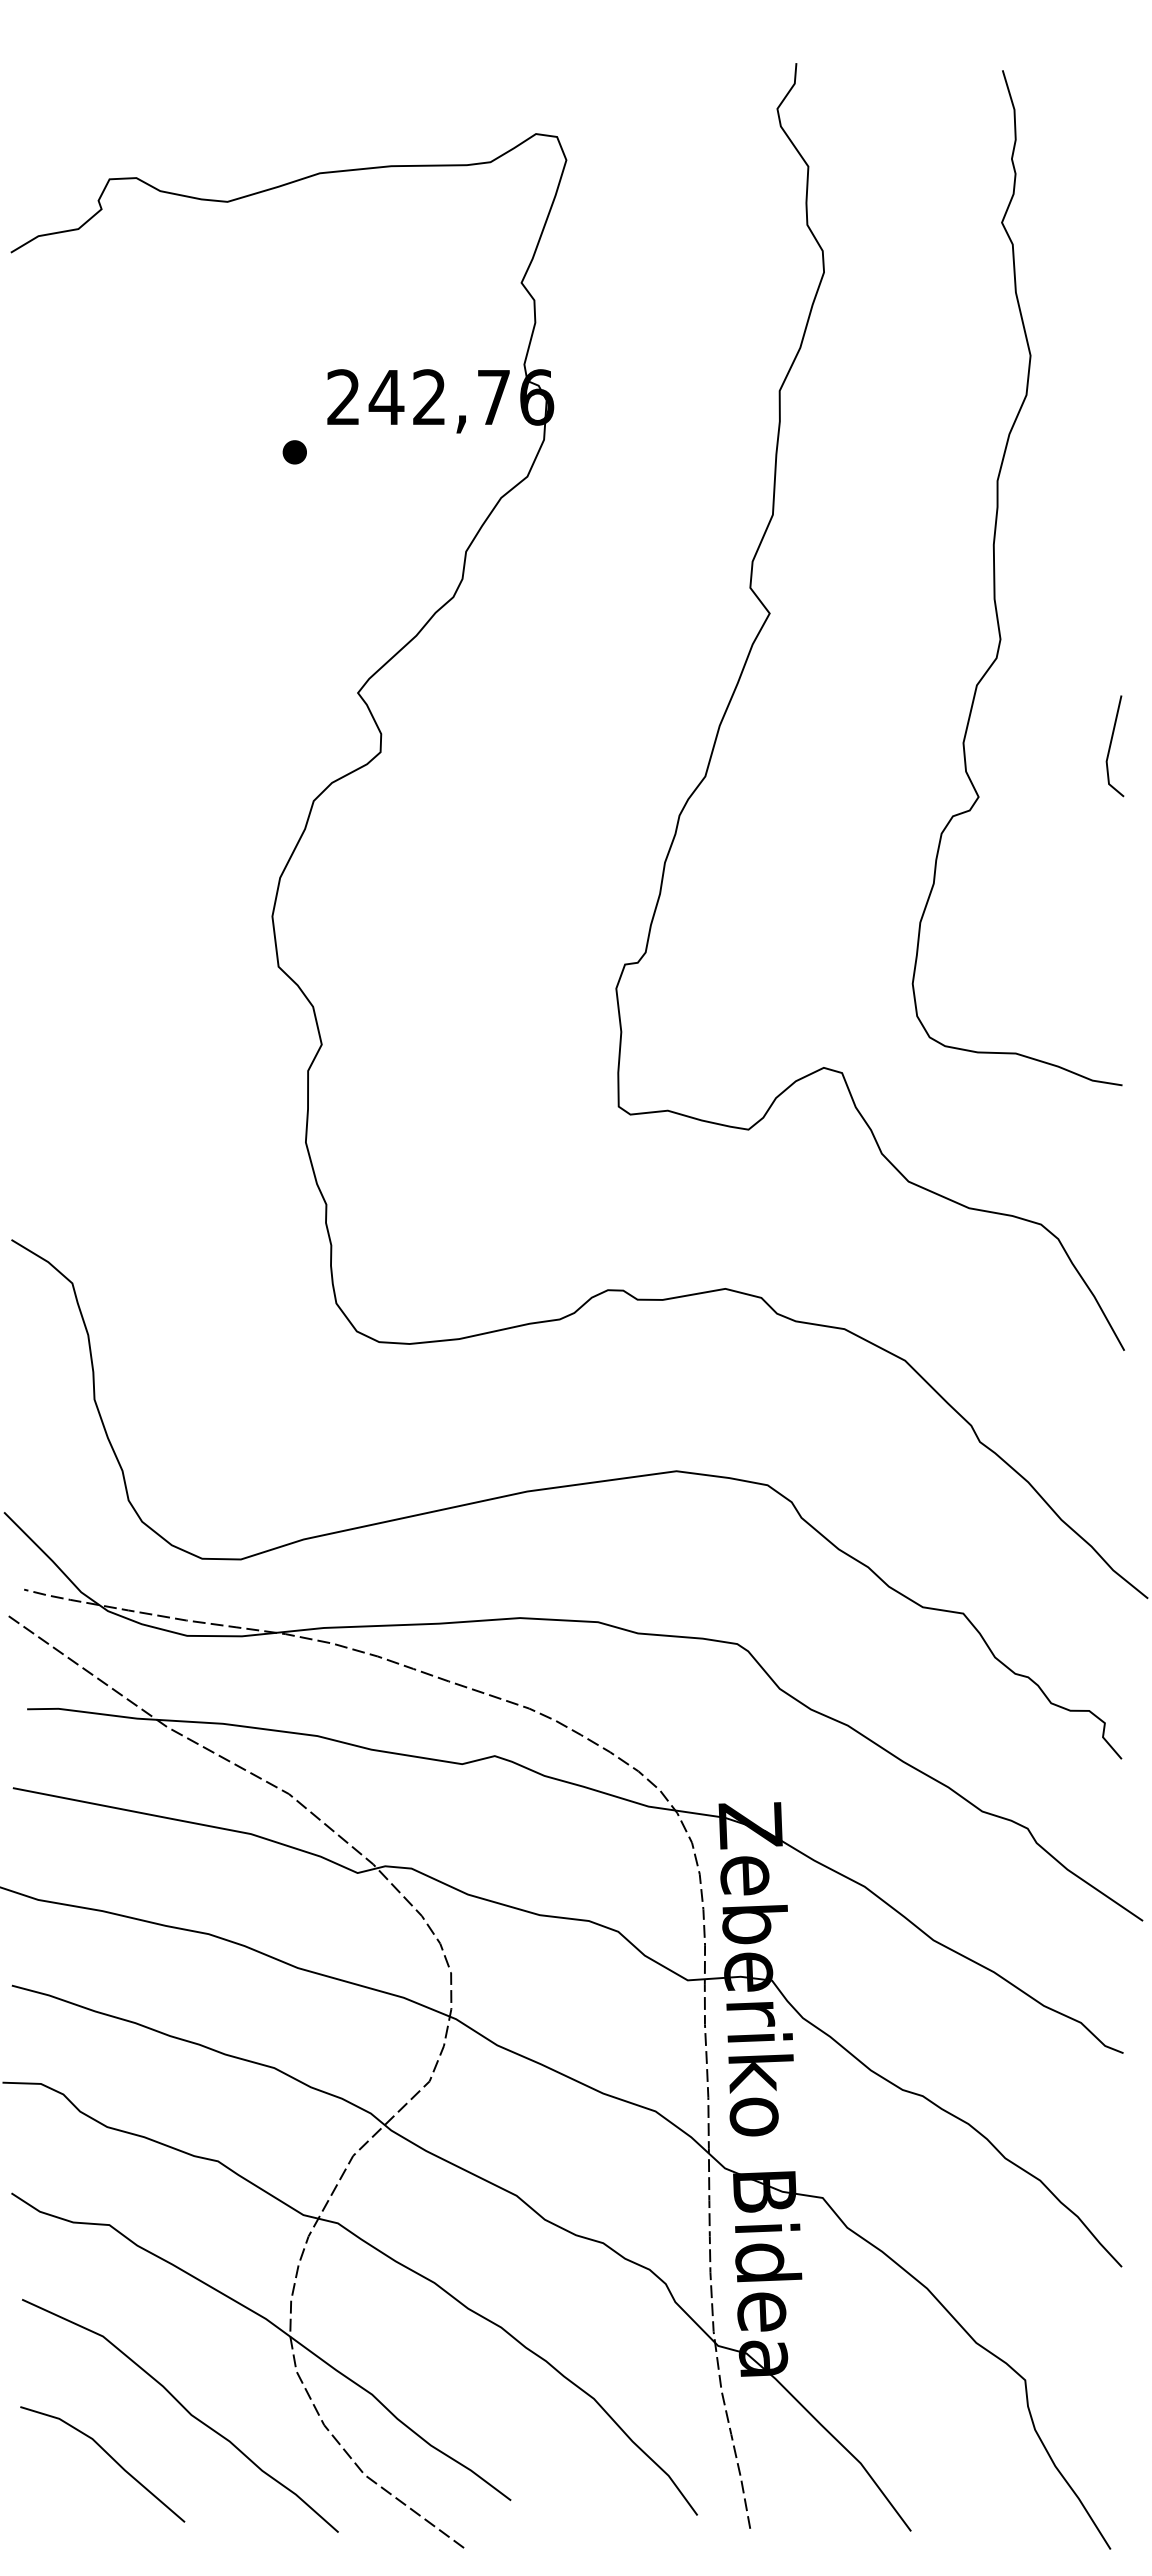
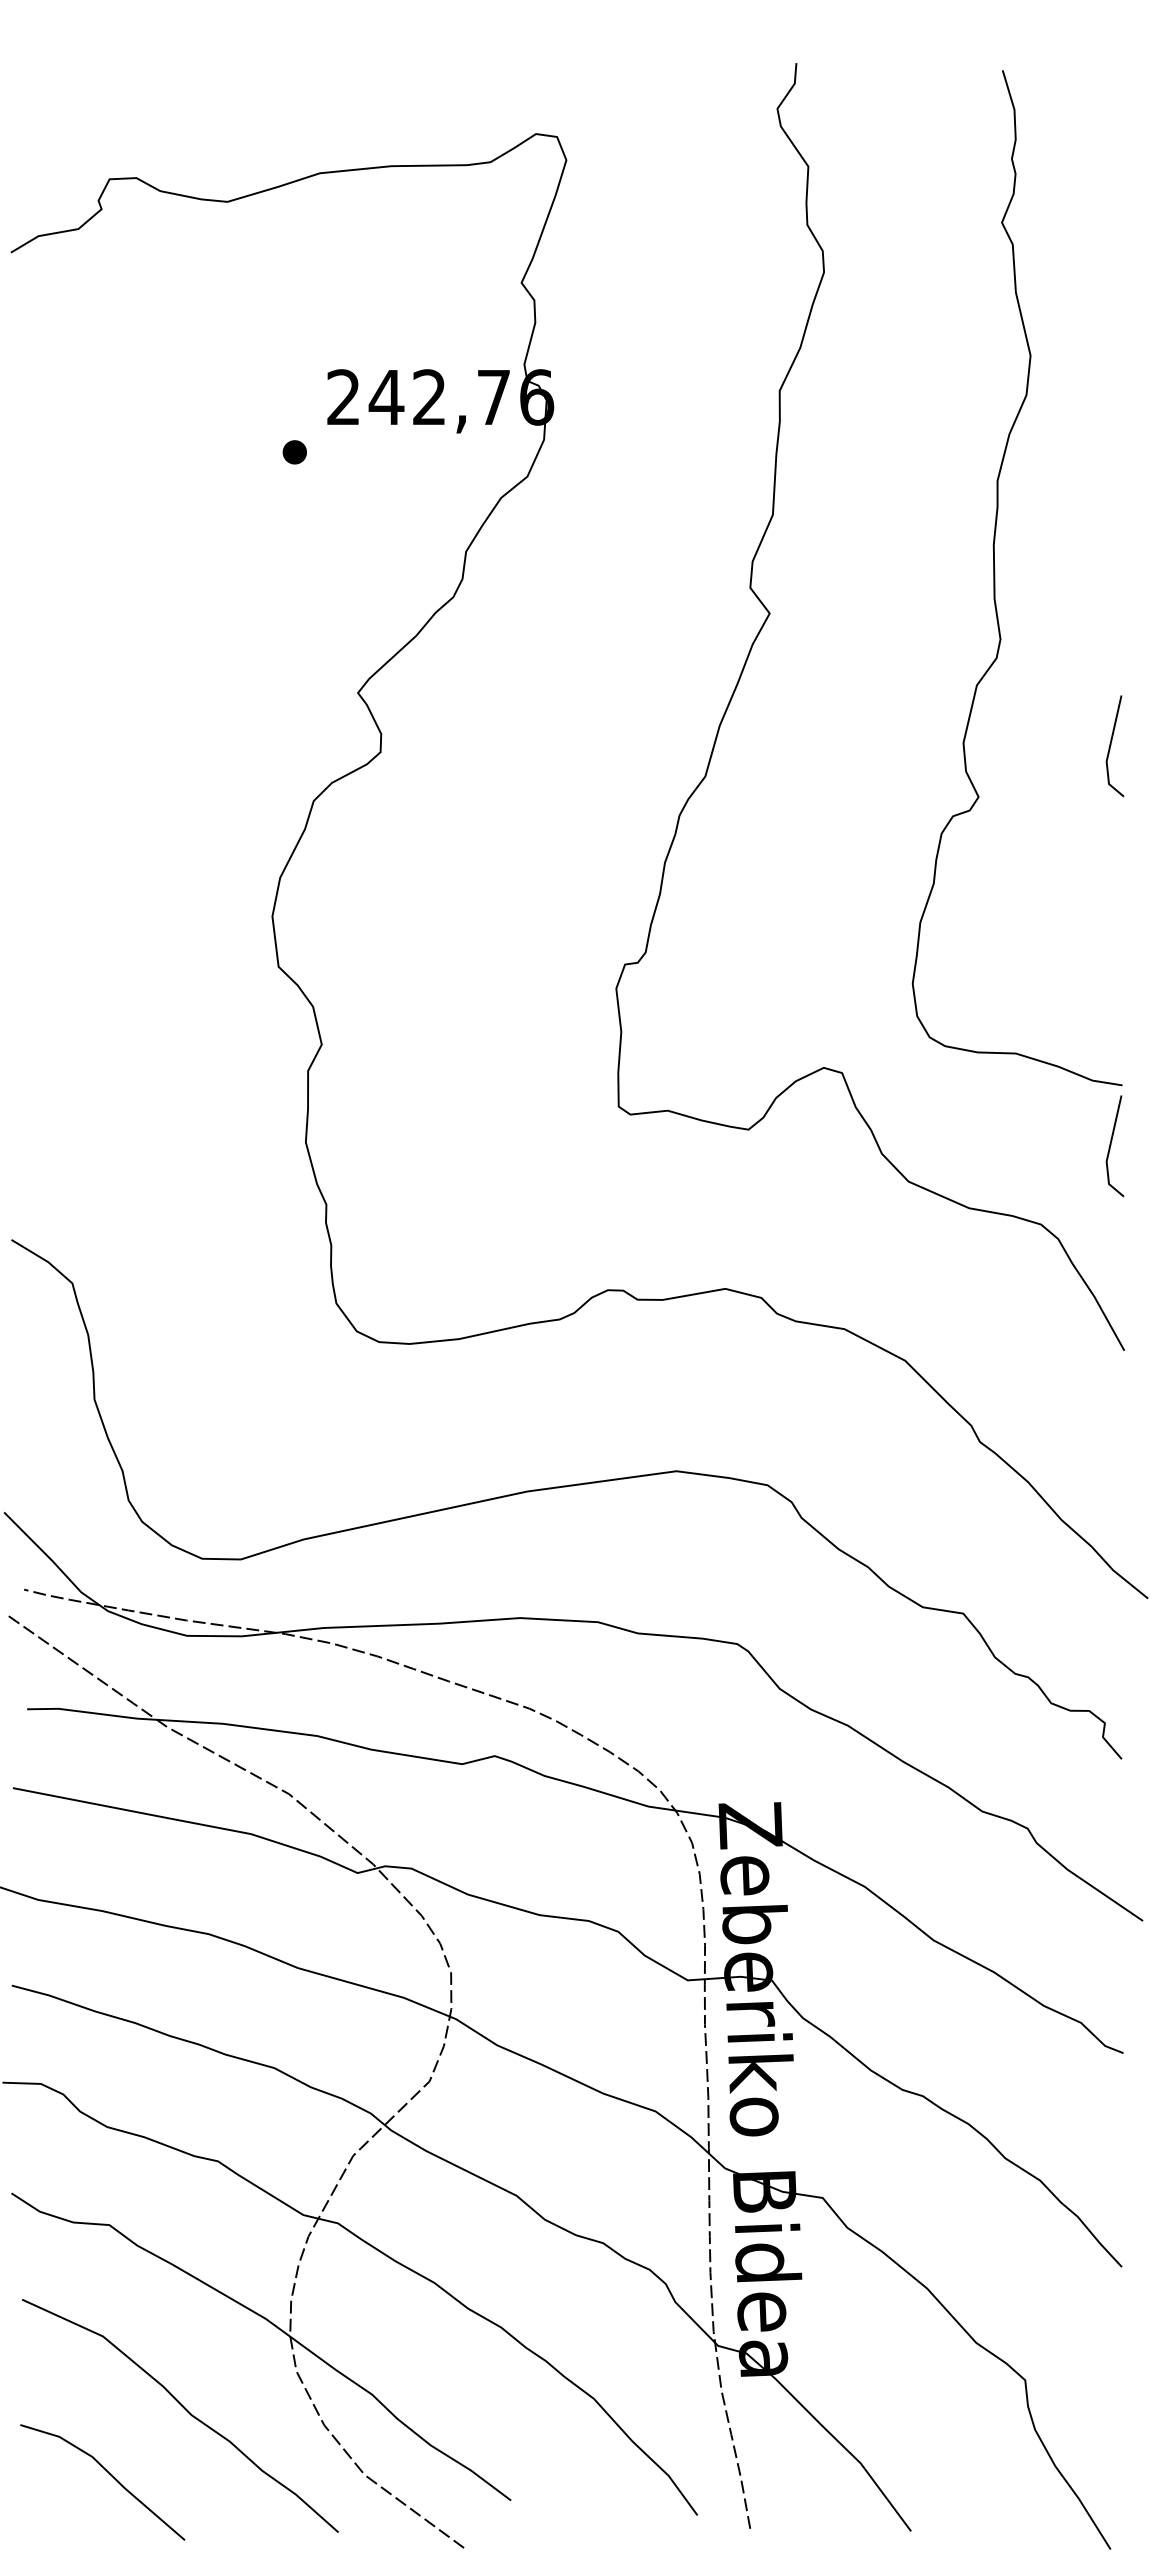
line at (1111, 1145): none -> present
line at (109, 2456) position: (109, 2456) -> (109, 2474)
